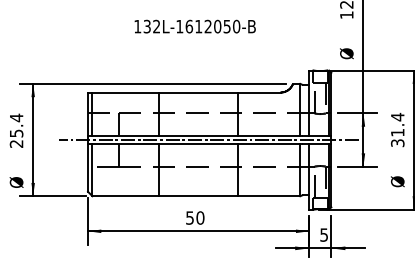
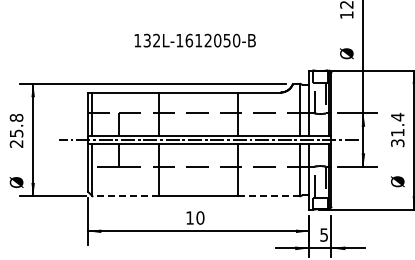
text at (194, 26) position: (194, 26) -> (194, 40)
text at (16, 117): 25.4 -> 25.8
line at (125, 196): solid -> dashed
line at (269, 196): solid -> dashed
text at (189, 217): 50 -> 10
